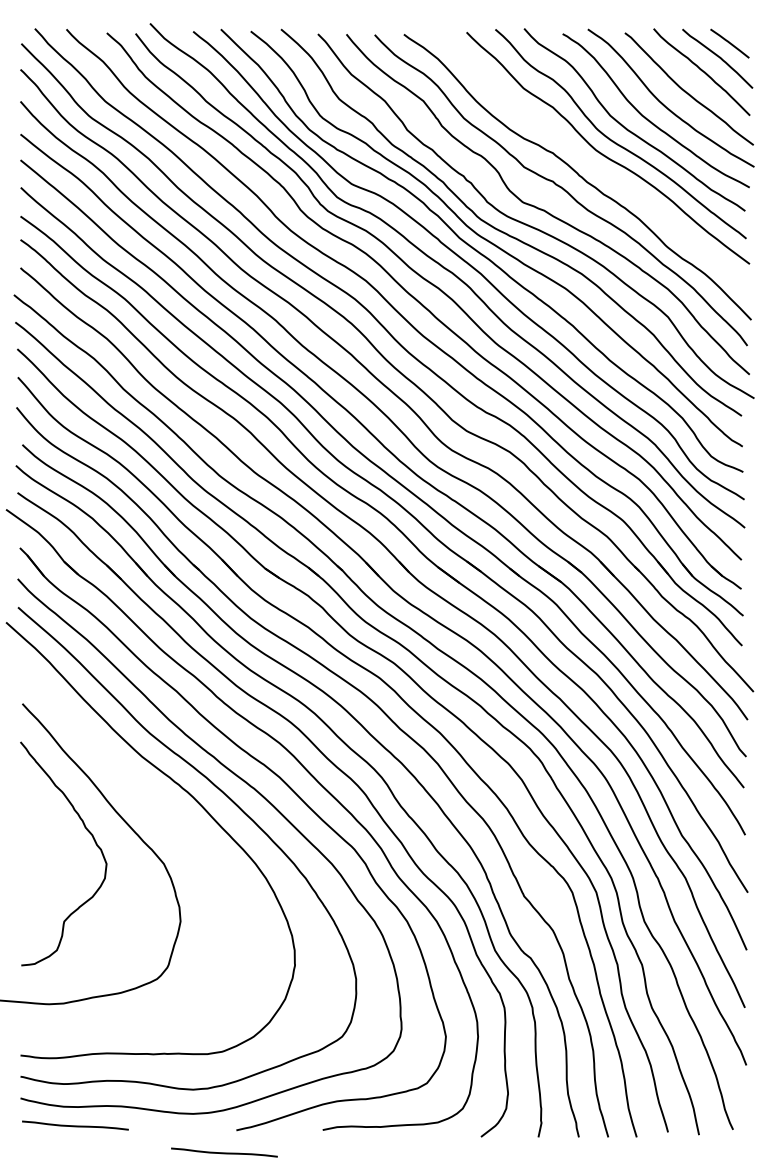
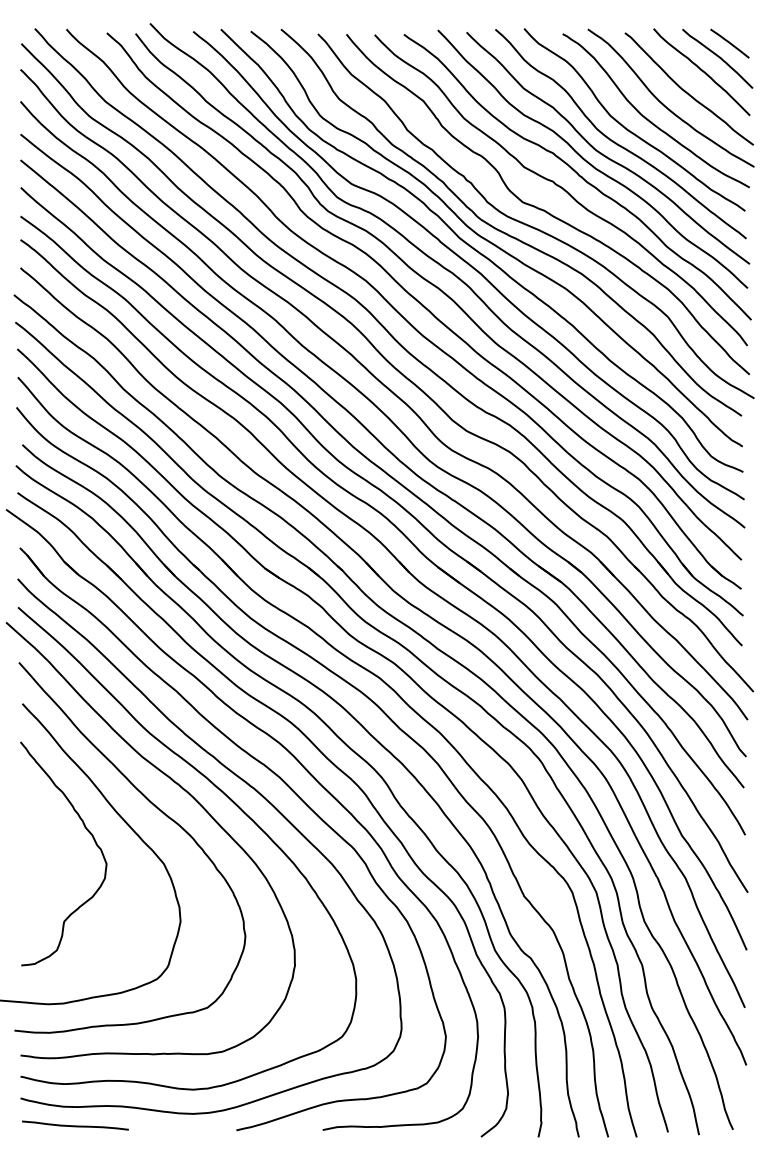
curve at (588, 161): none -> present
curve at (157, 809): none -> present
curve at (224, 1152): present -> none
